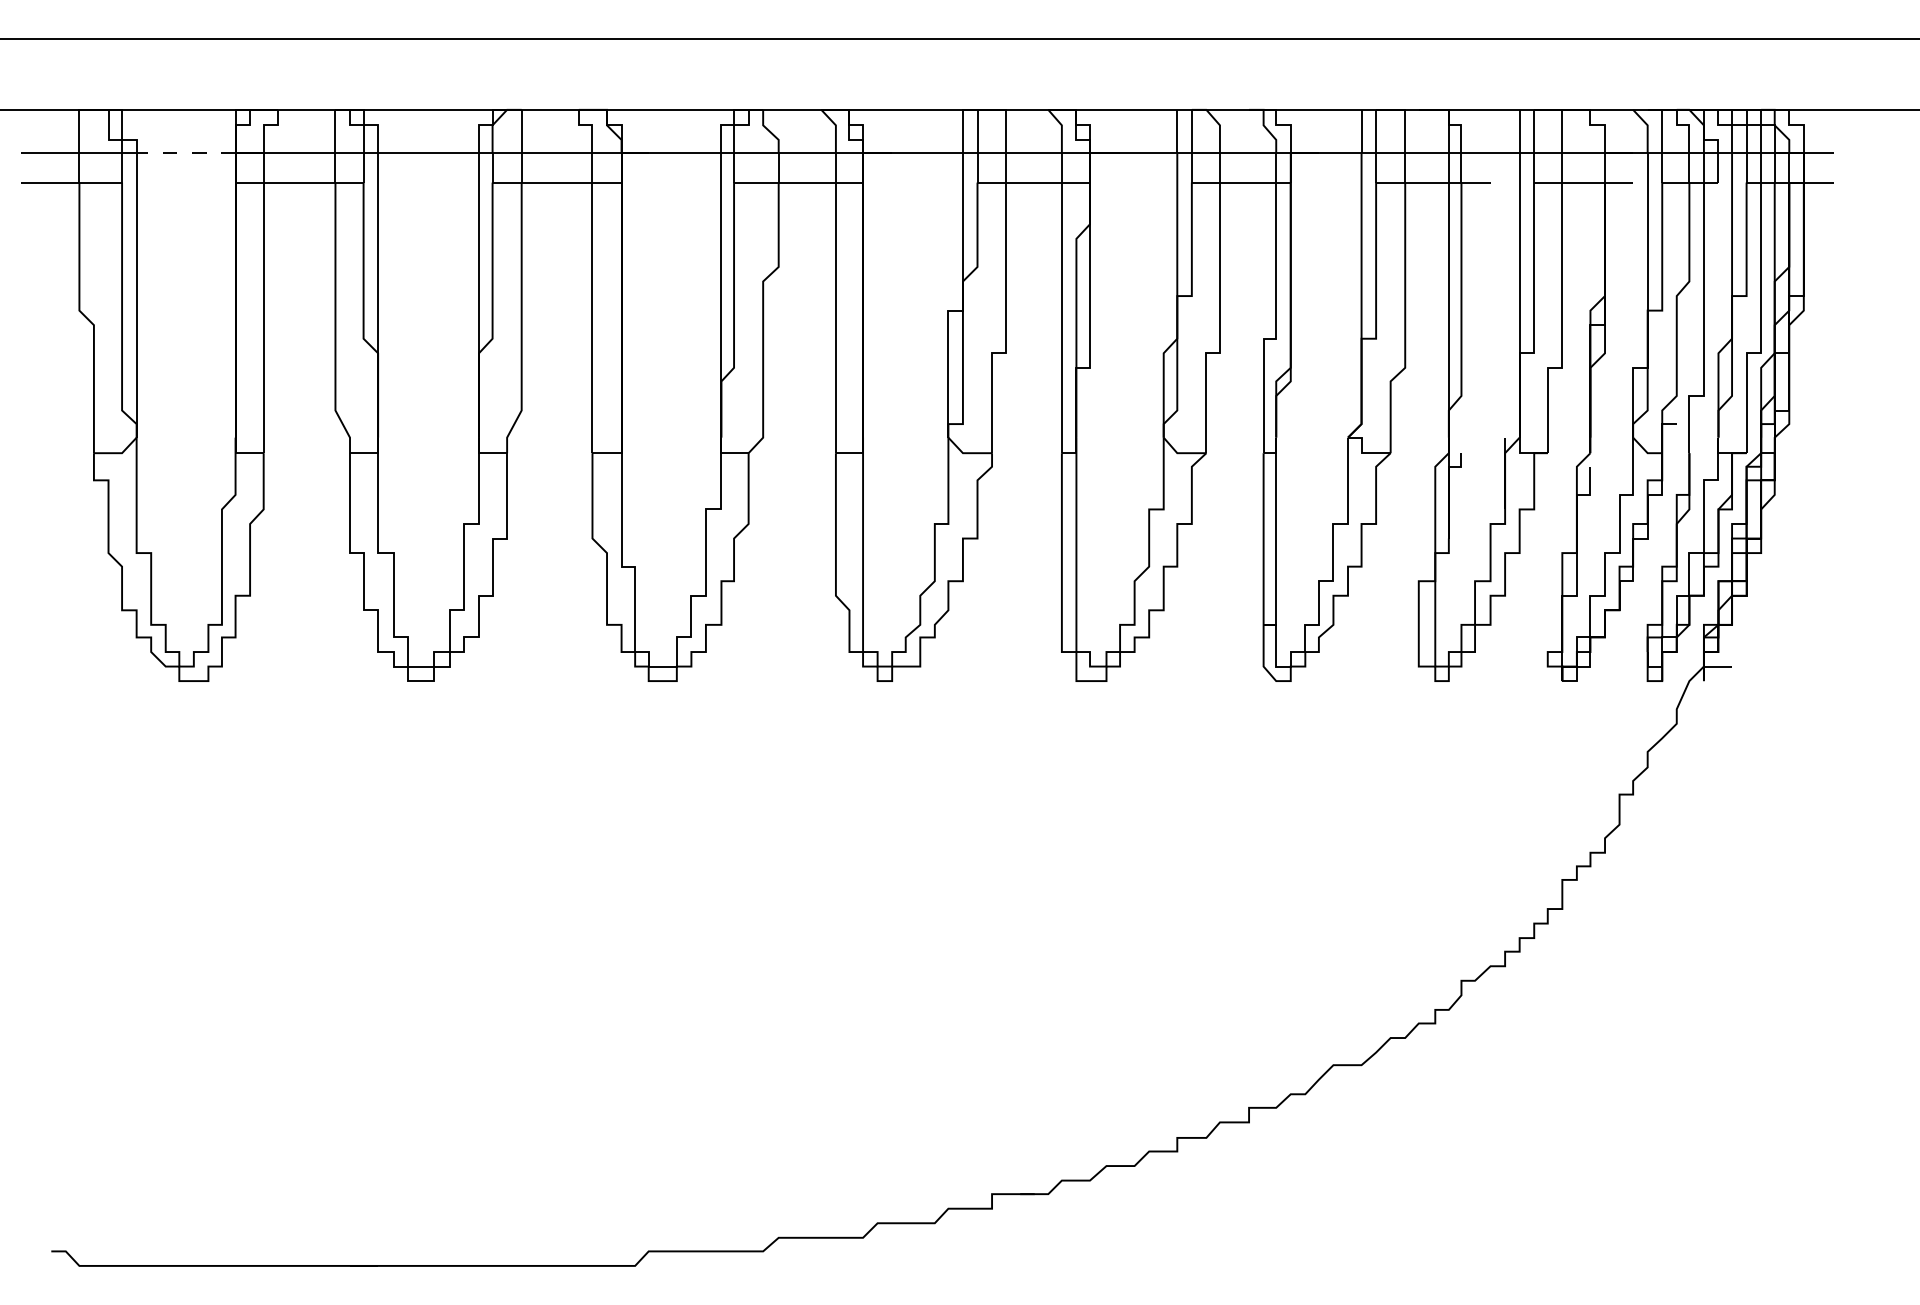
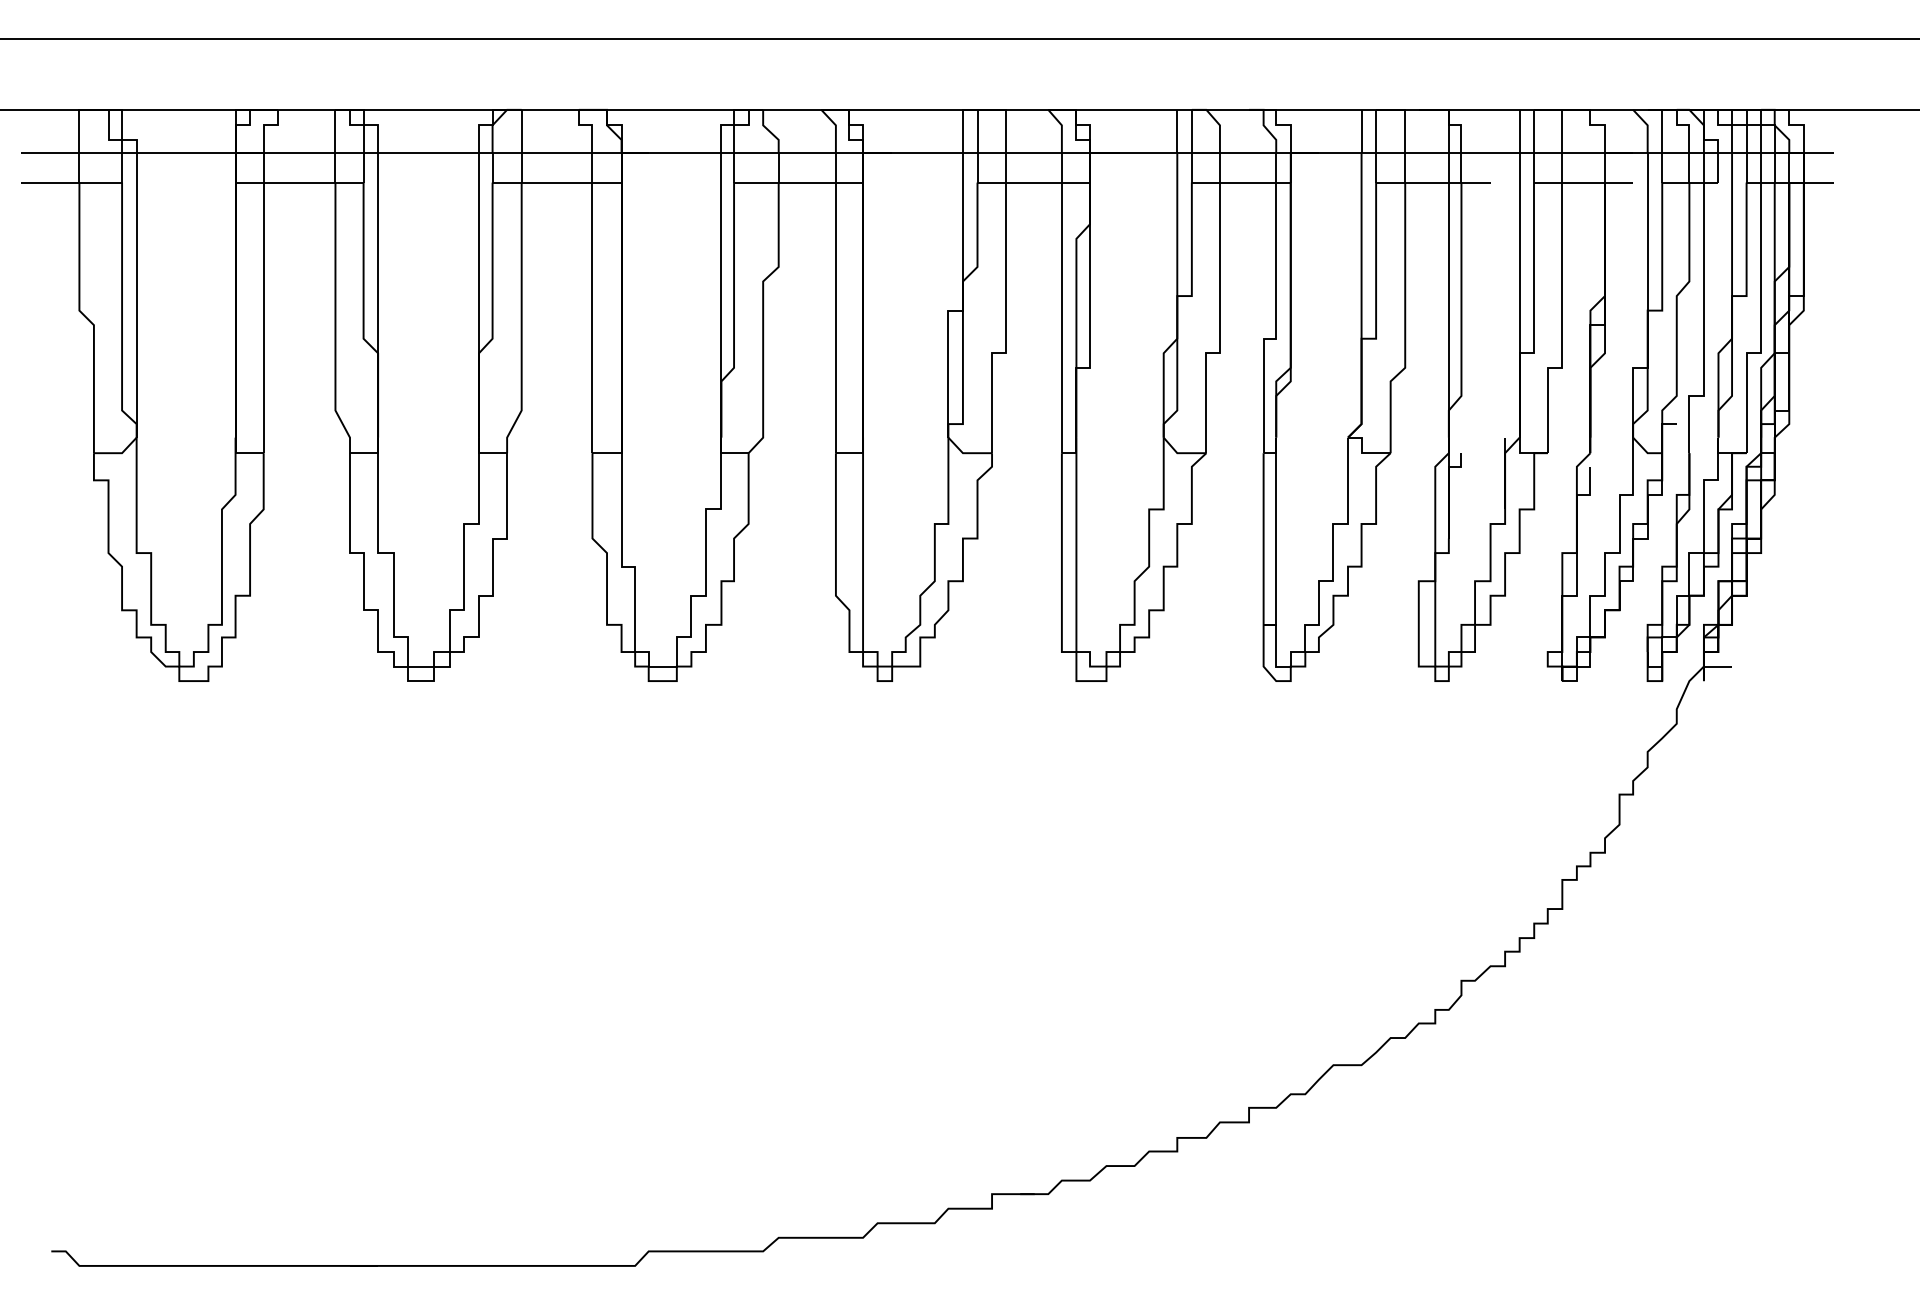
line at (185, 153): dashed -> solid
